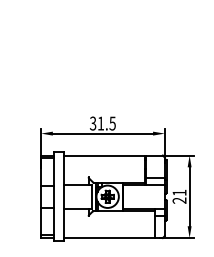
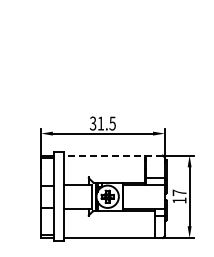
line at (113, 155): solid -> dashed
text at (179, 196): 21 -> 17
